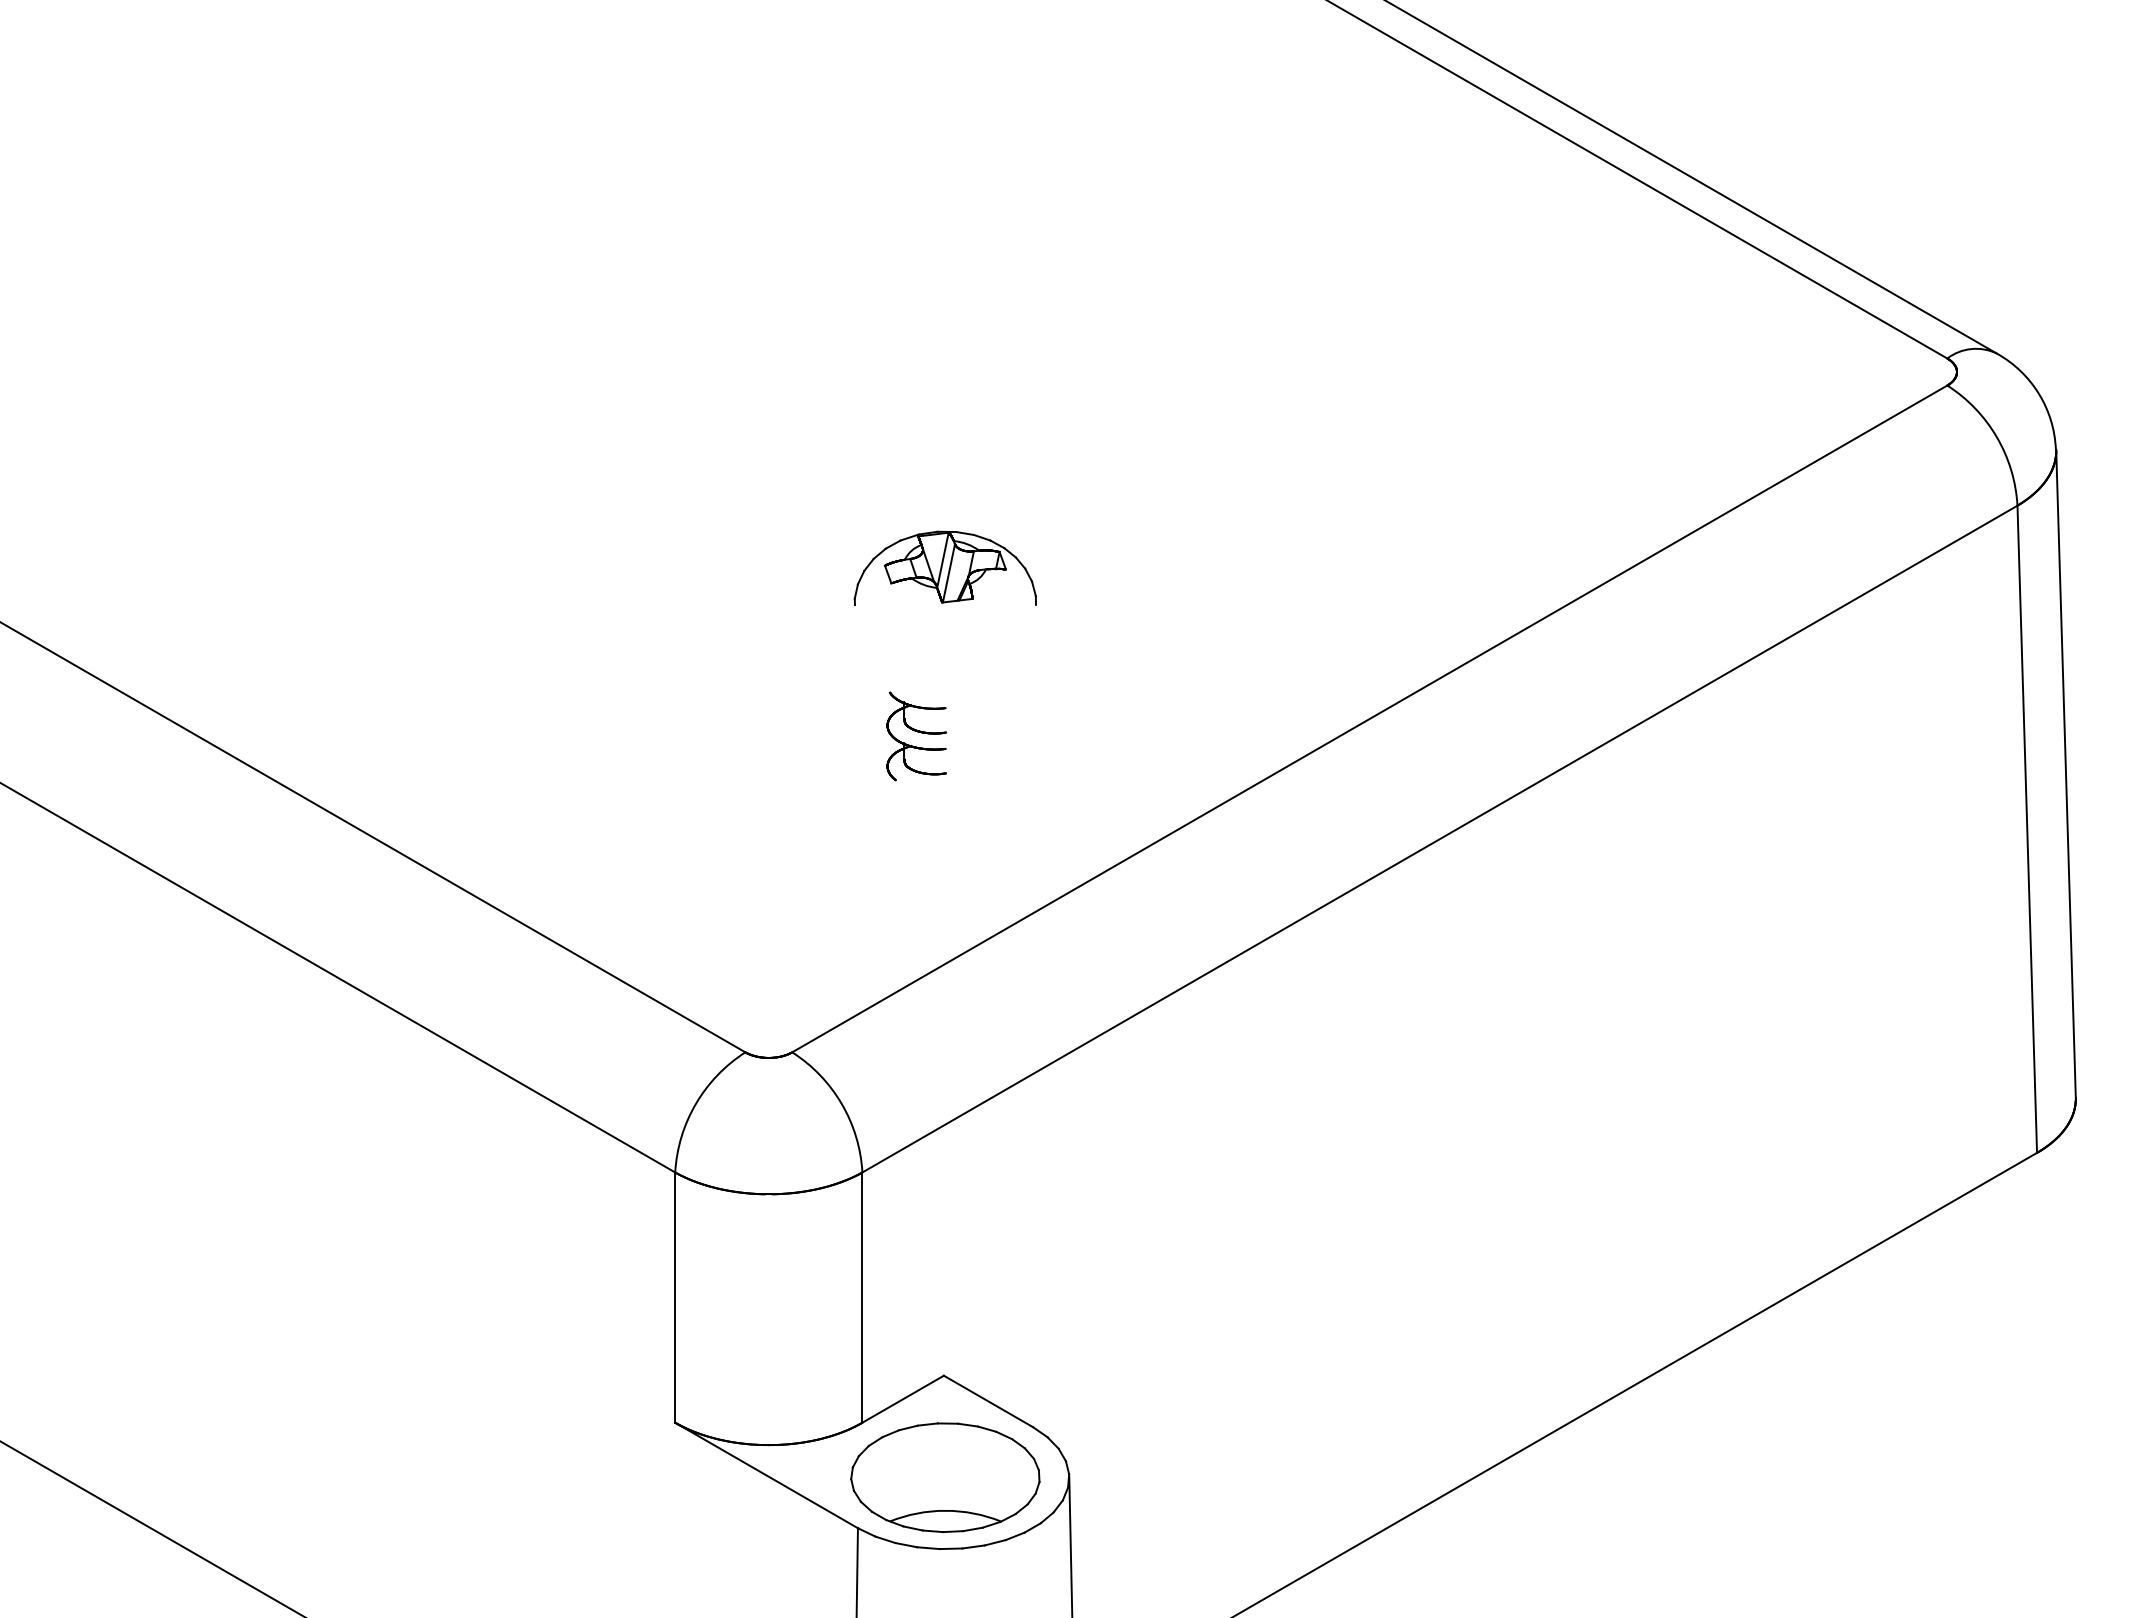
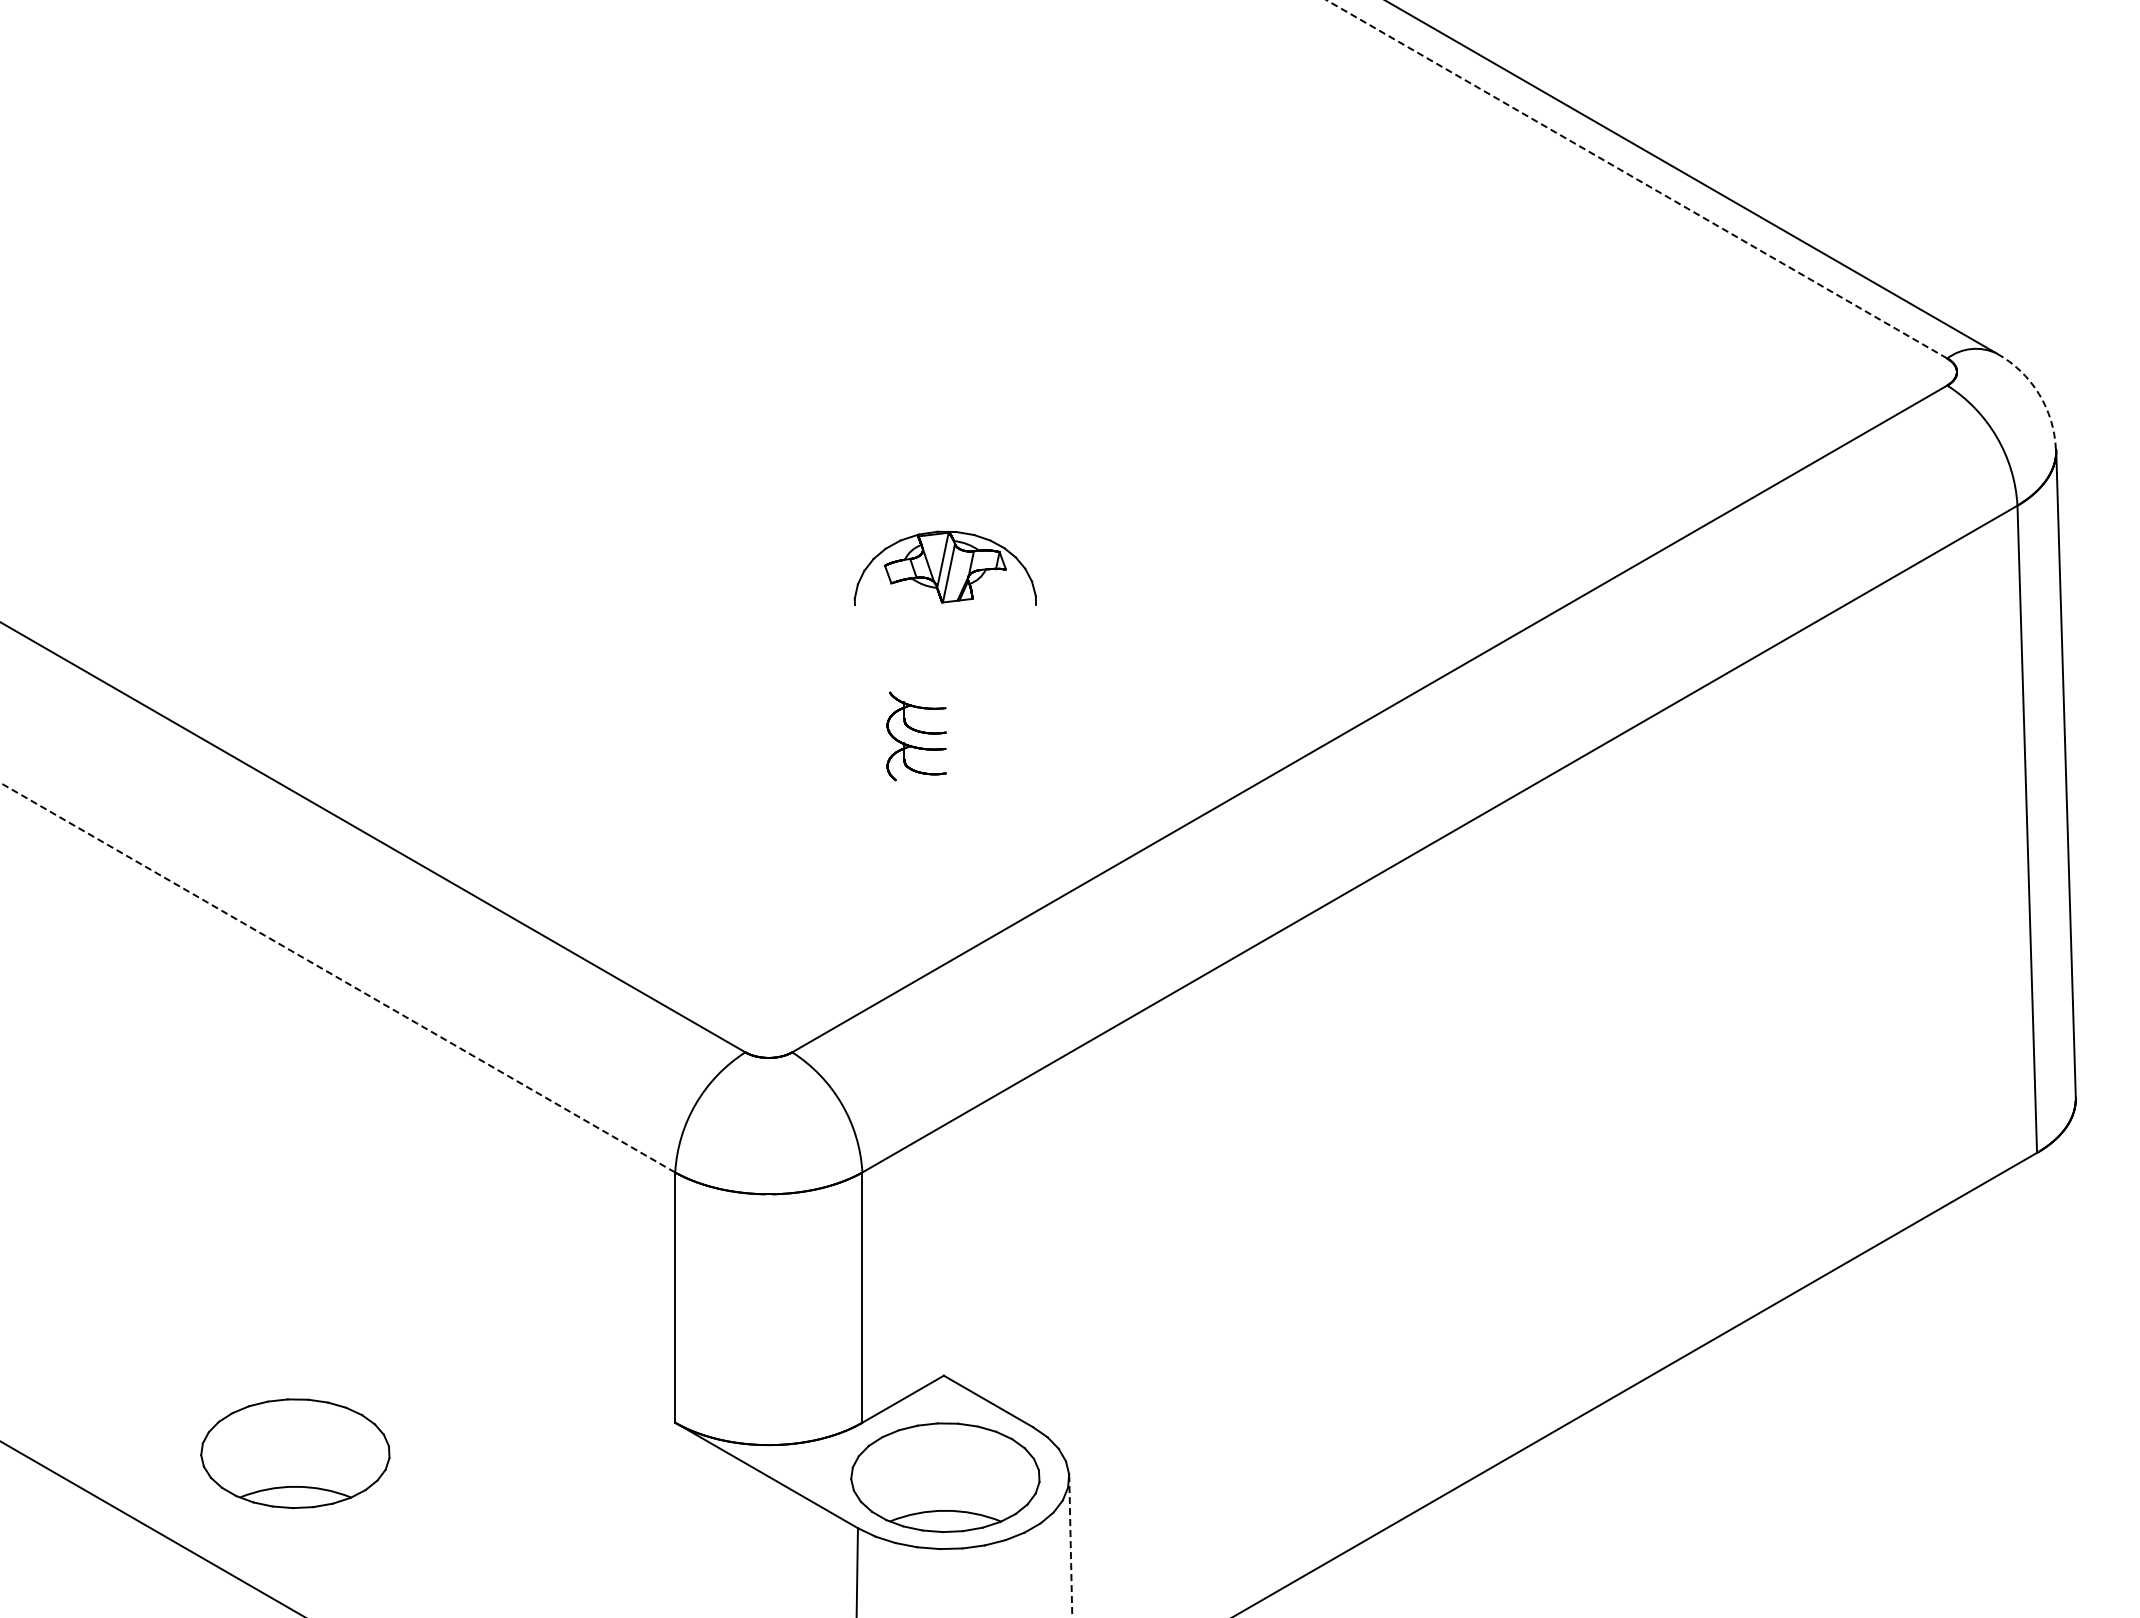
line at (1636, 179): solid -> dashed
arc at (2038, 393): solid -> dashed
line at (337, 977): solid -> dashed
part at (295, 1453): none -> present
line at (1070, 1546): solid -> dashed
